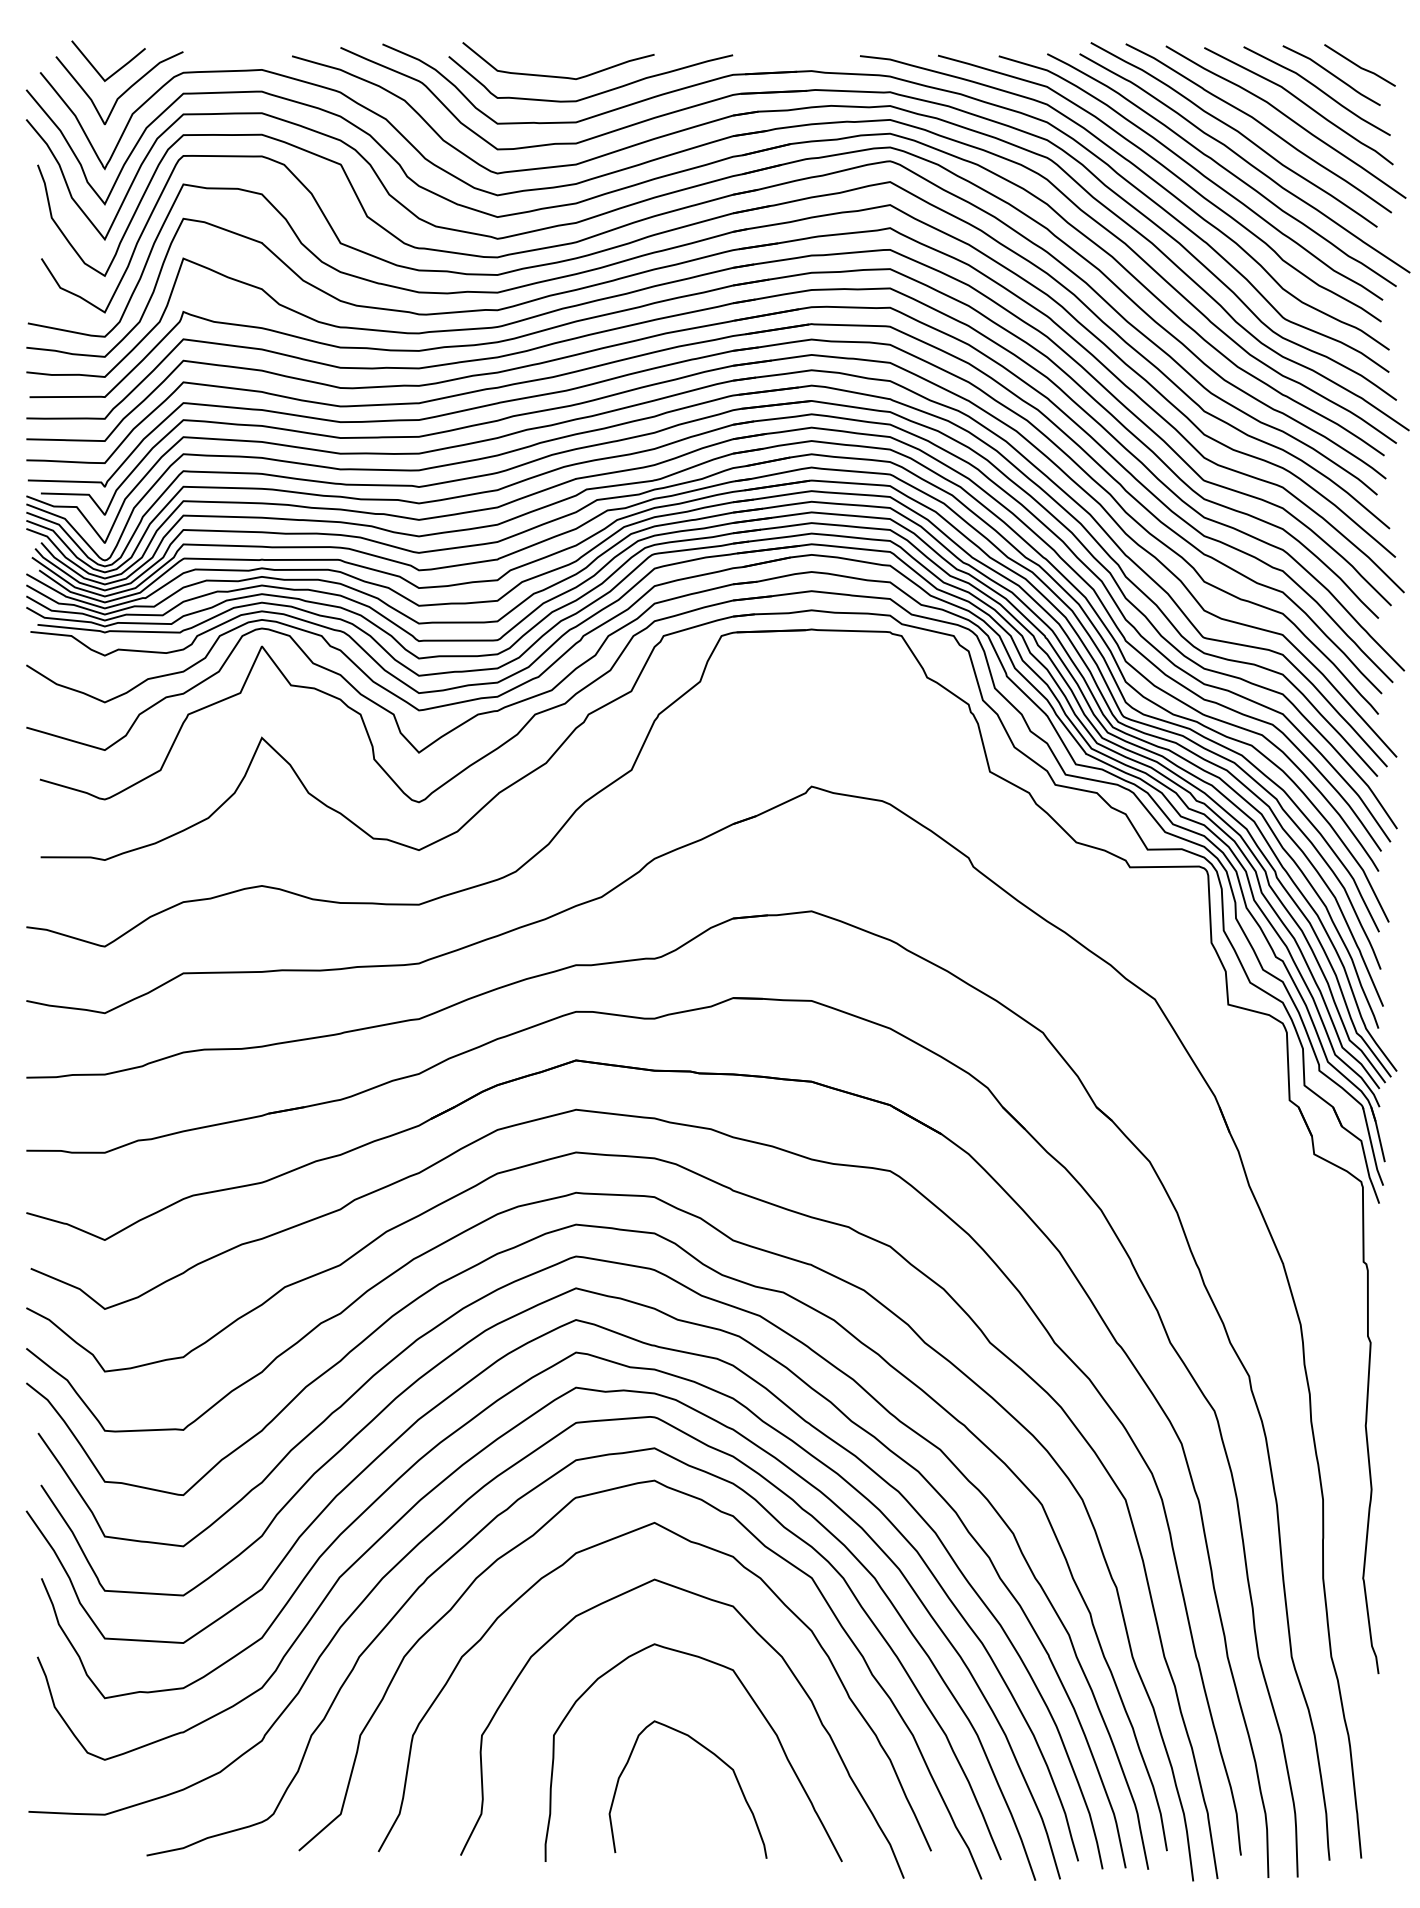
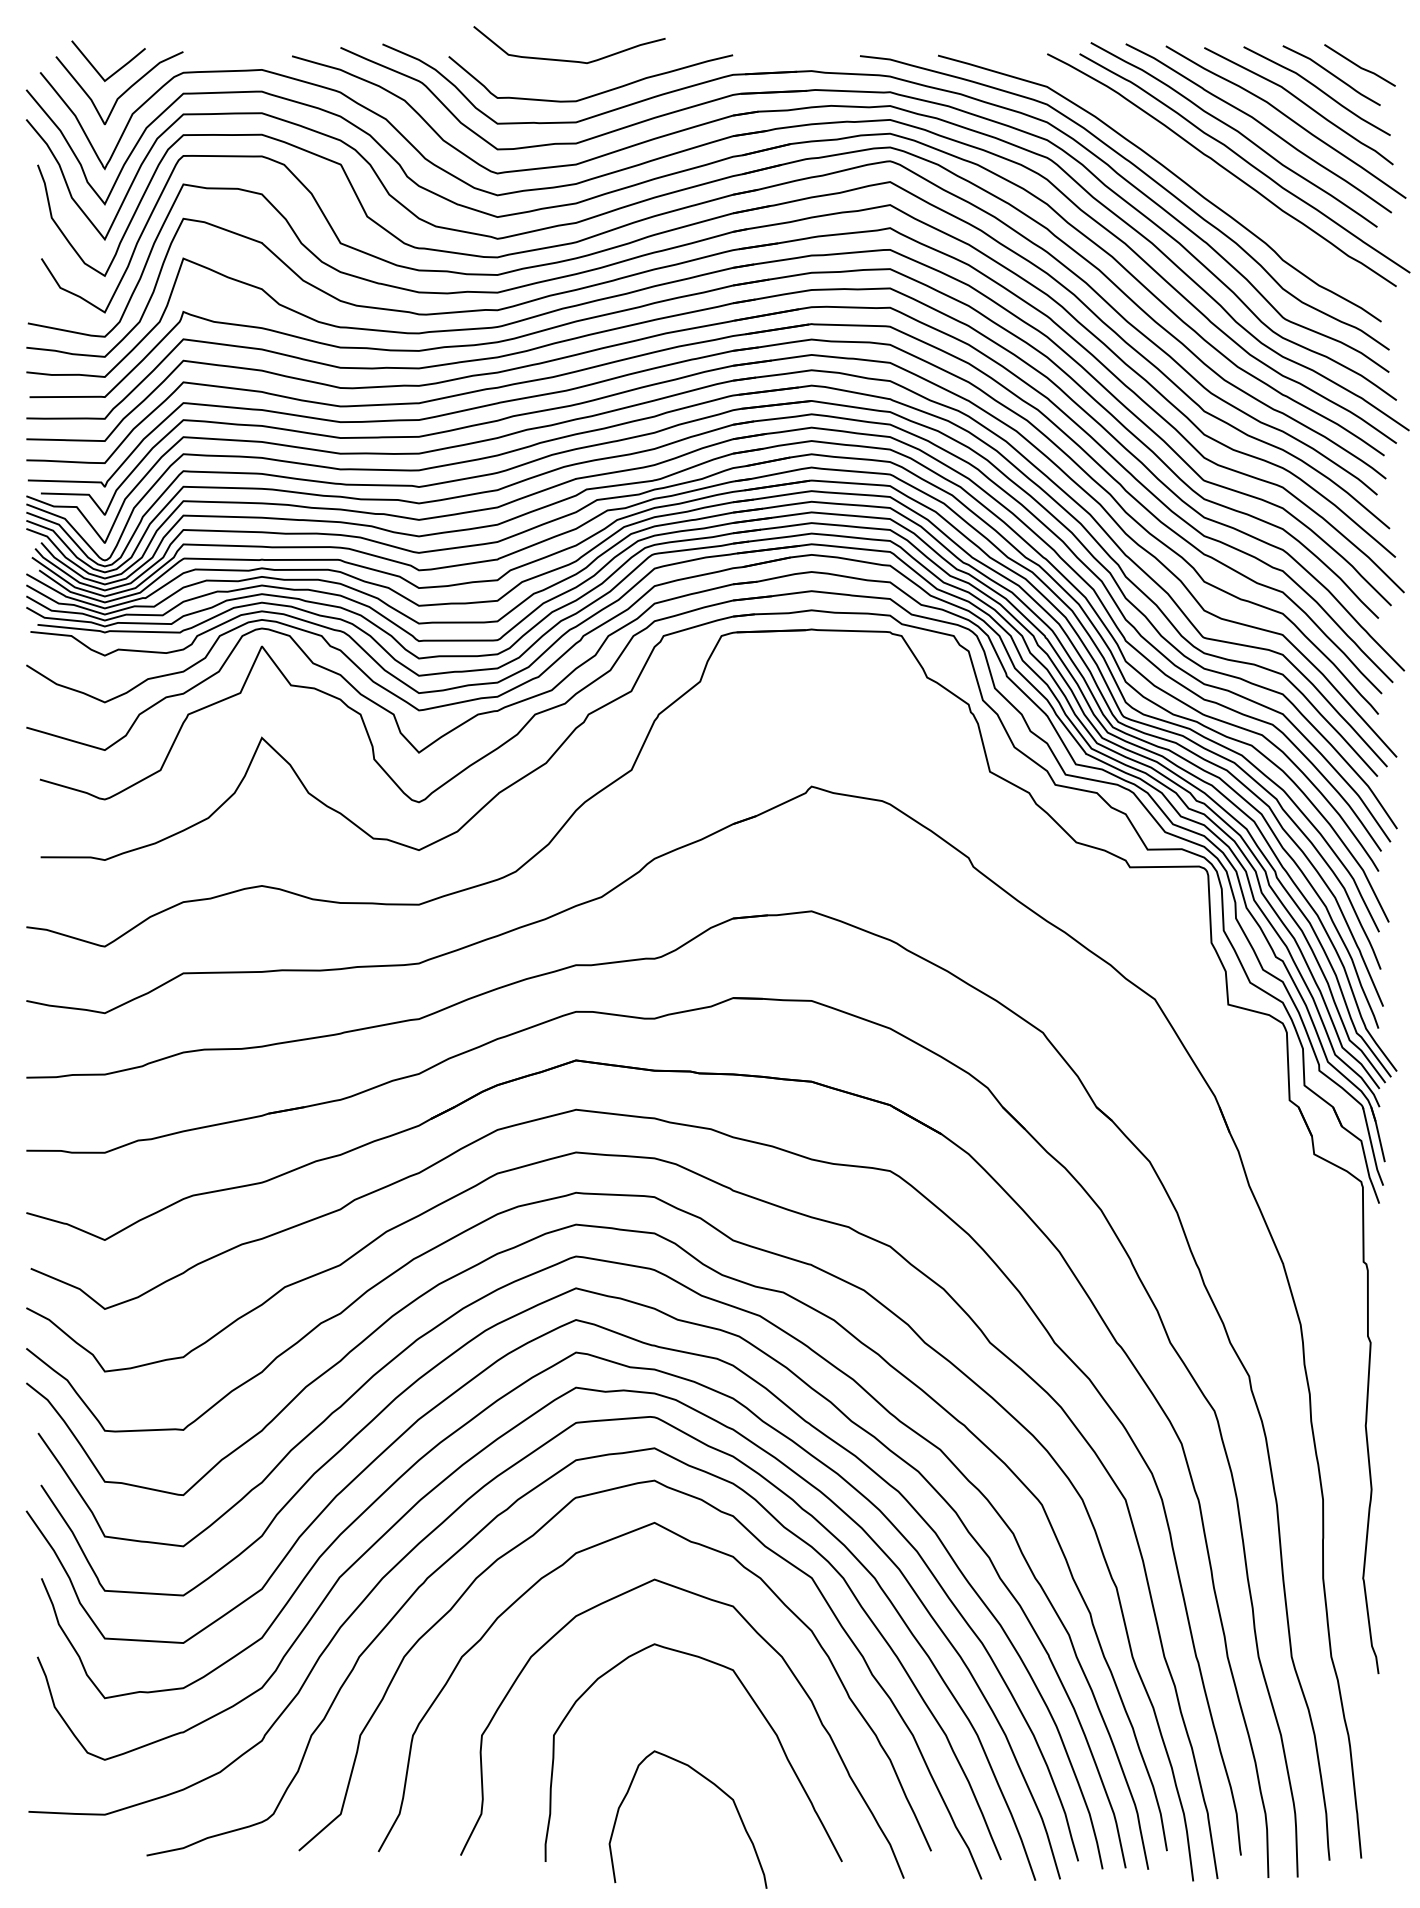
curve at (553, 75) position: (553, 75) -> (564, 59)
curve at (1196, 171): present -> none
curve at (717, 1758) position: (717, 1758) -> (717, 1788)
